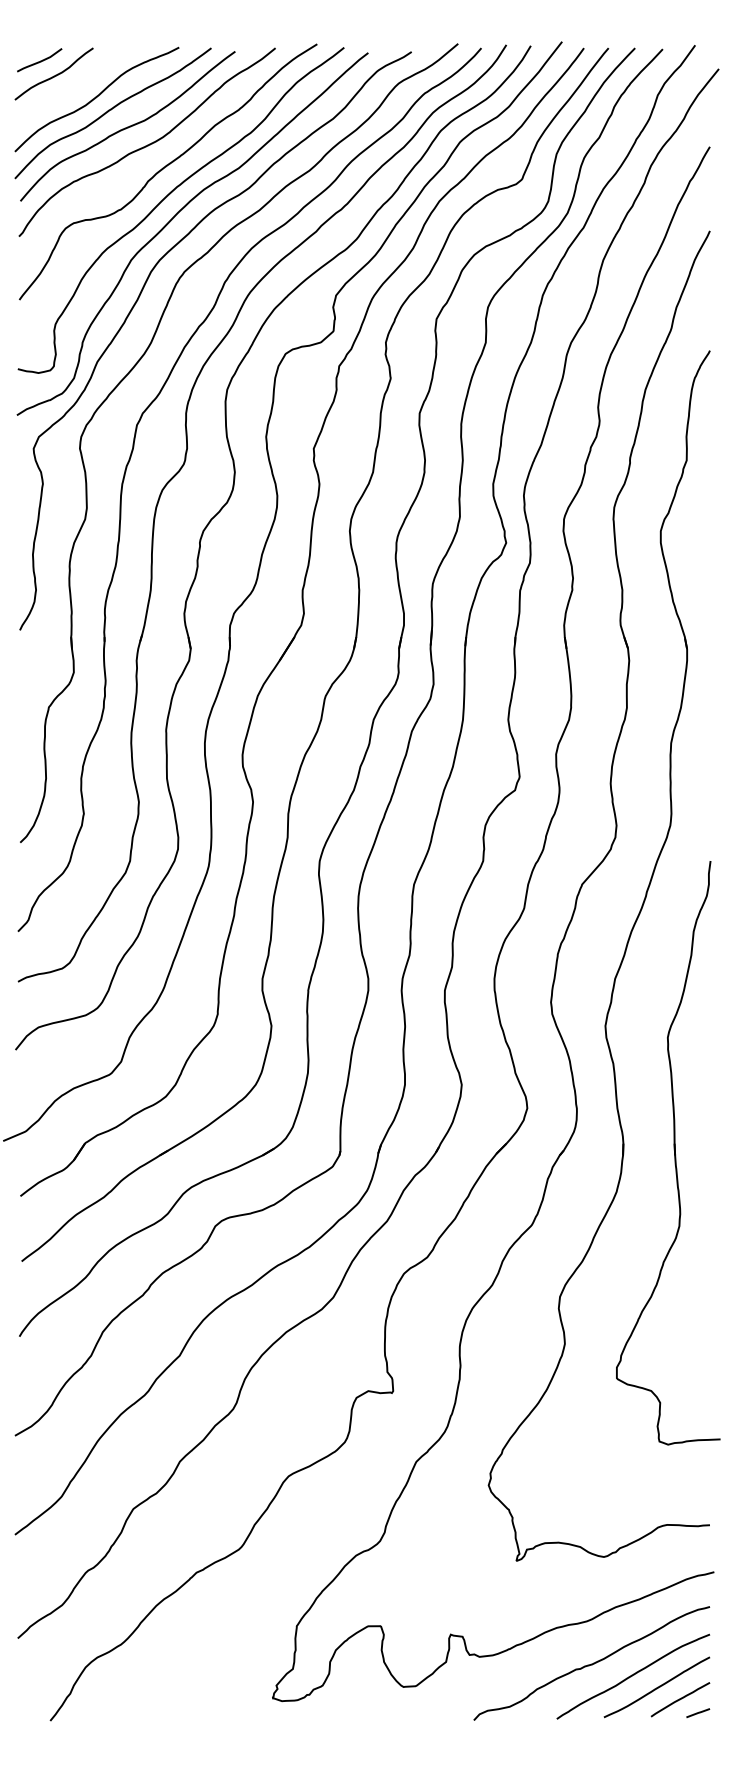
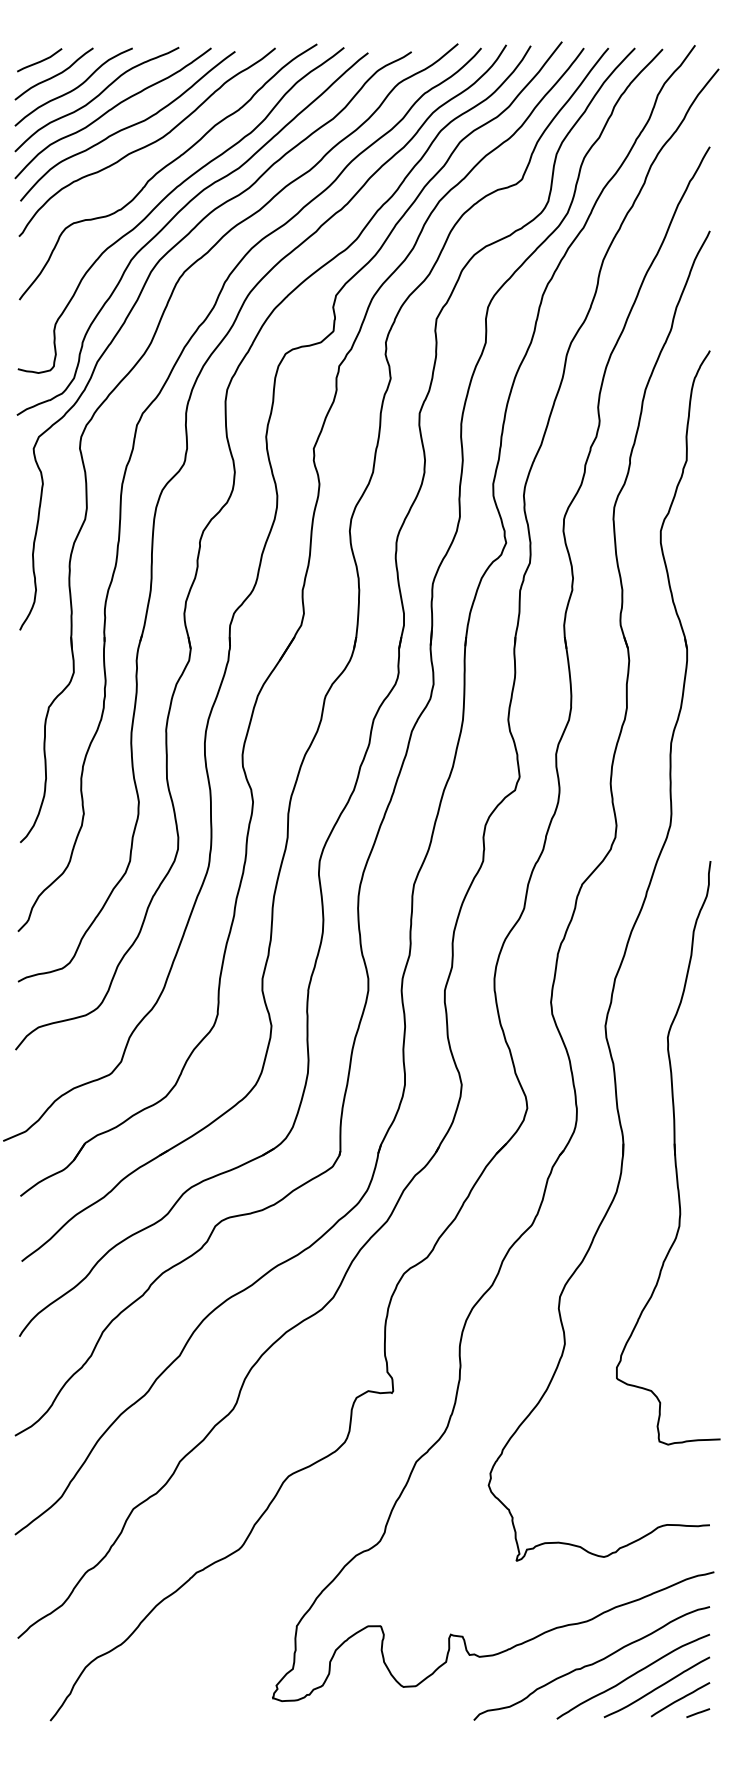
curve at (73, 88): none -> present
